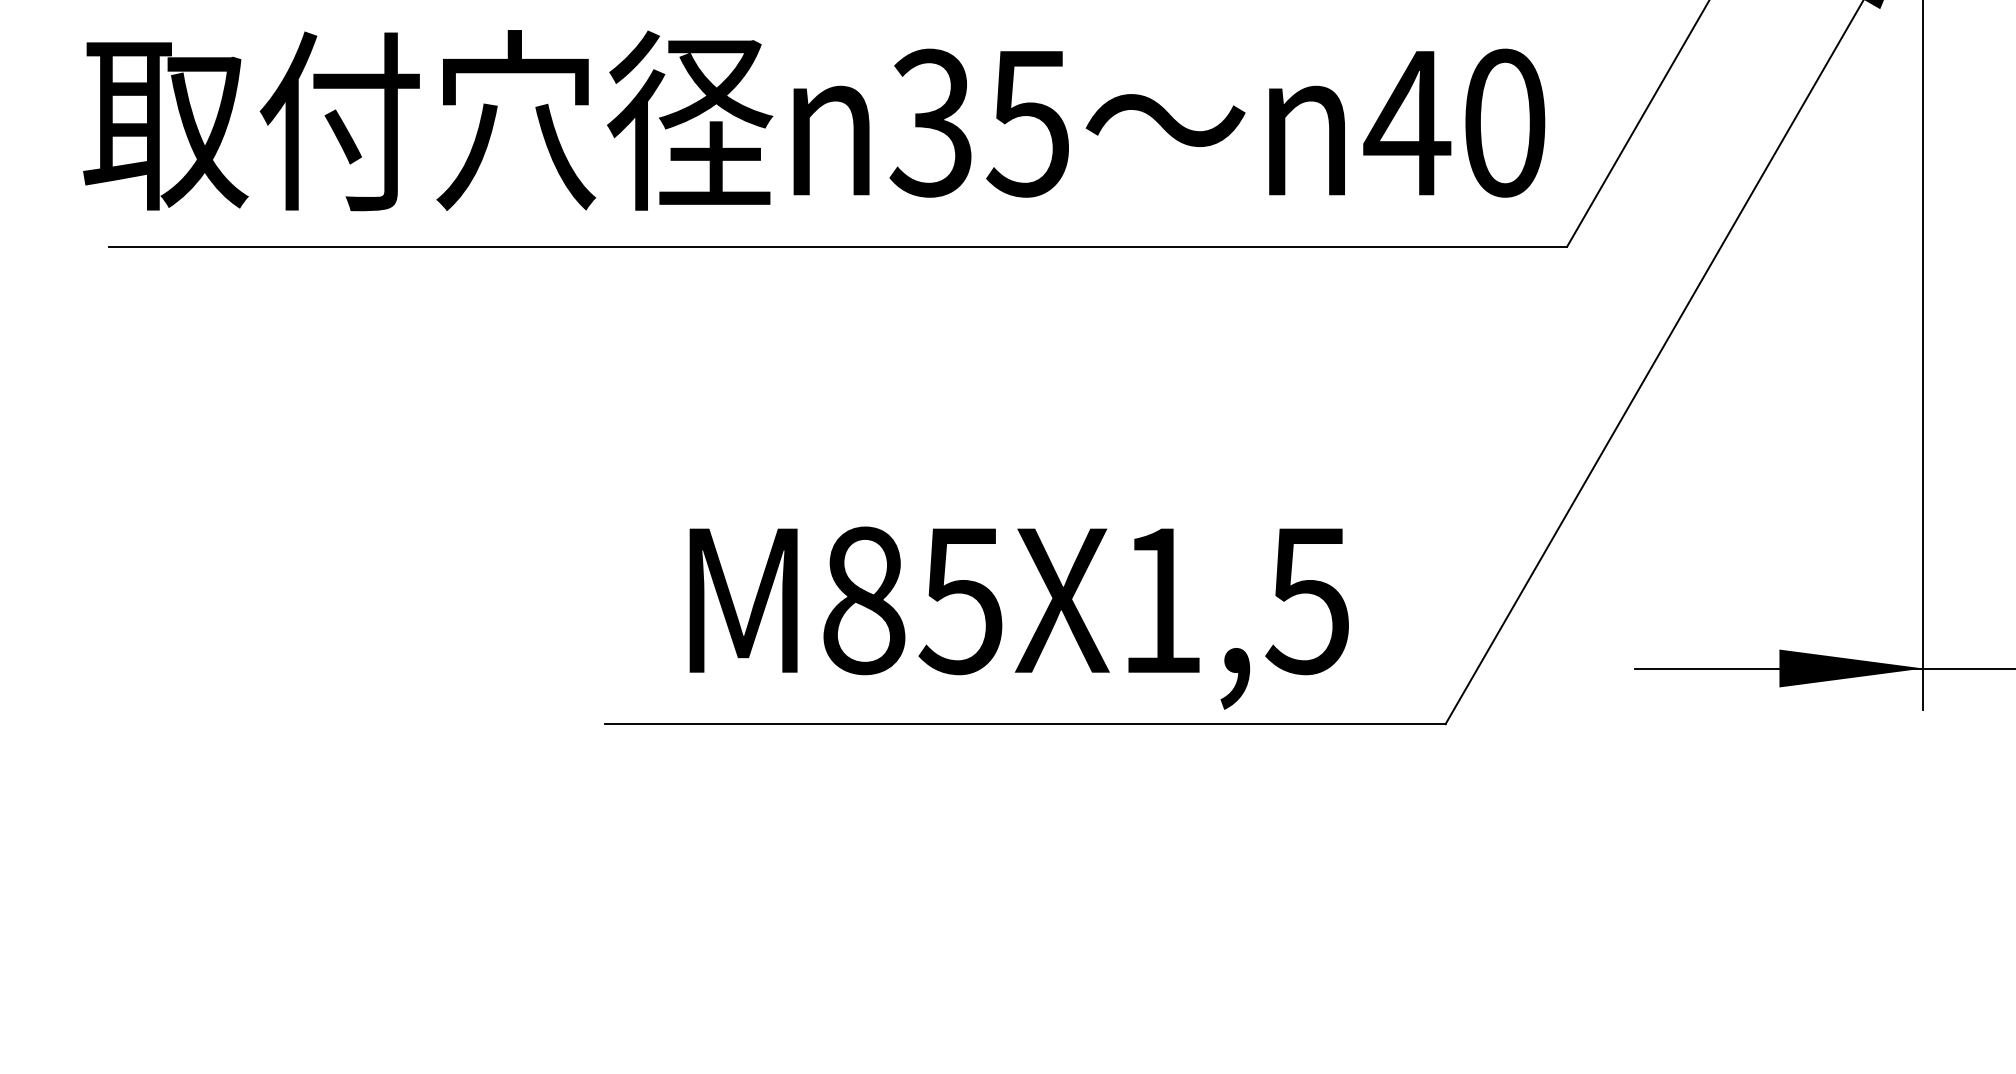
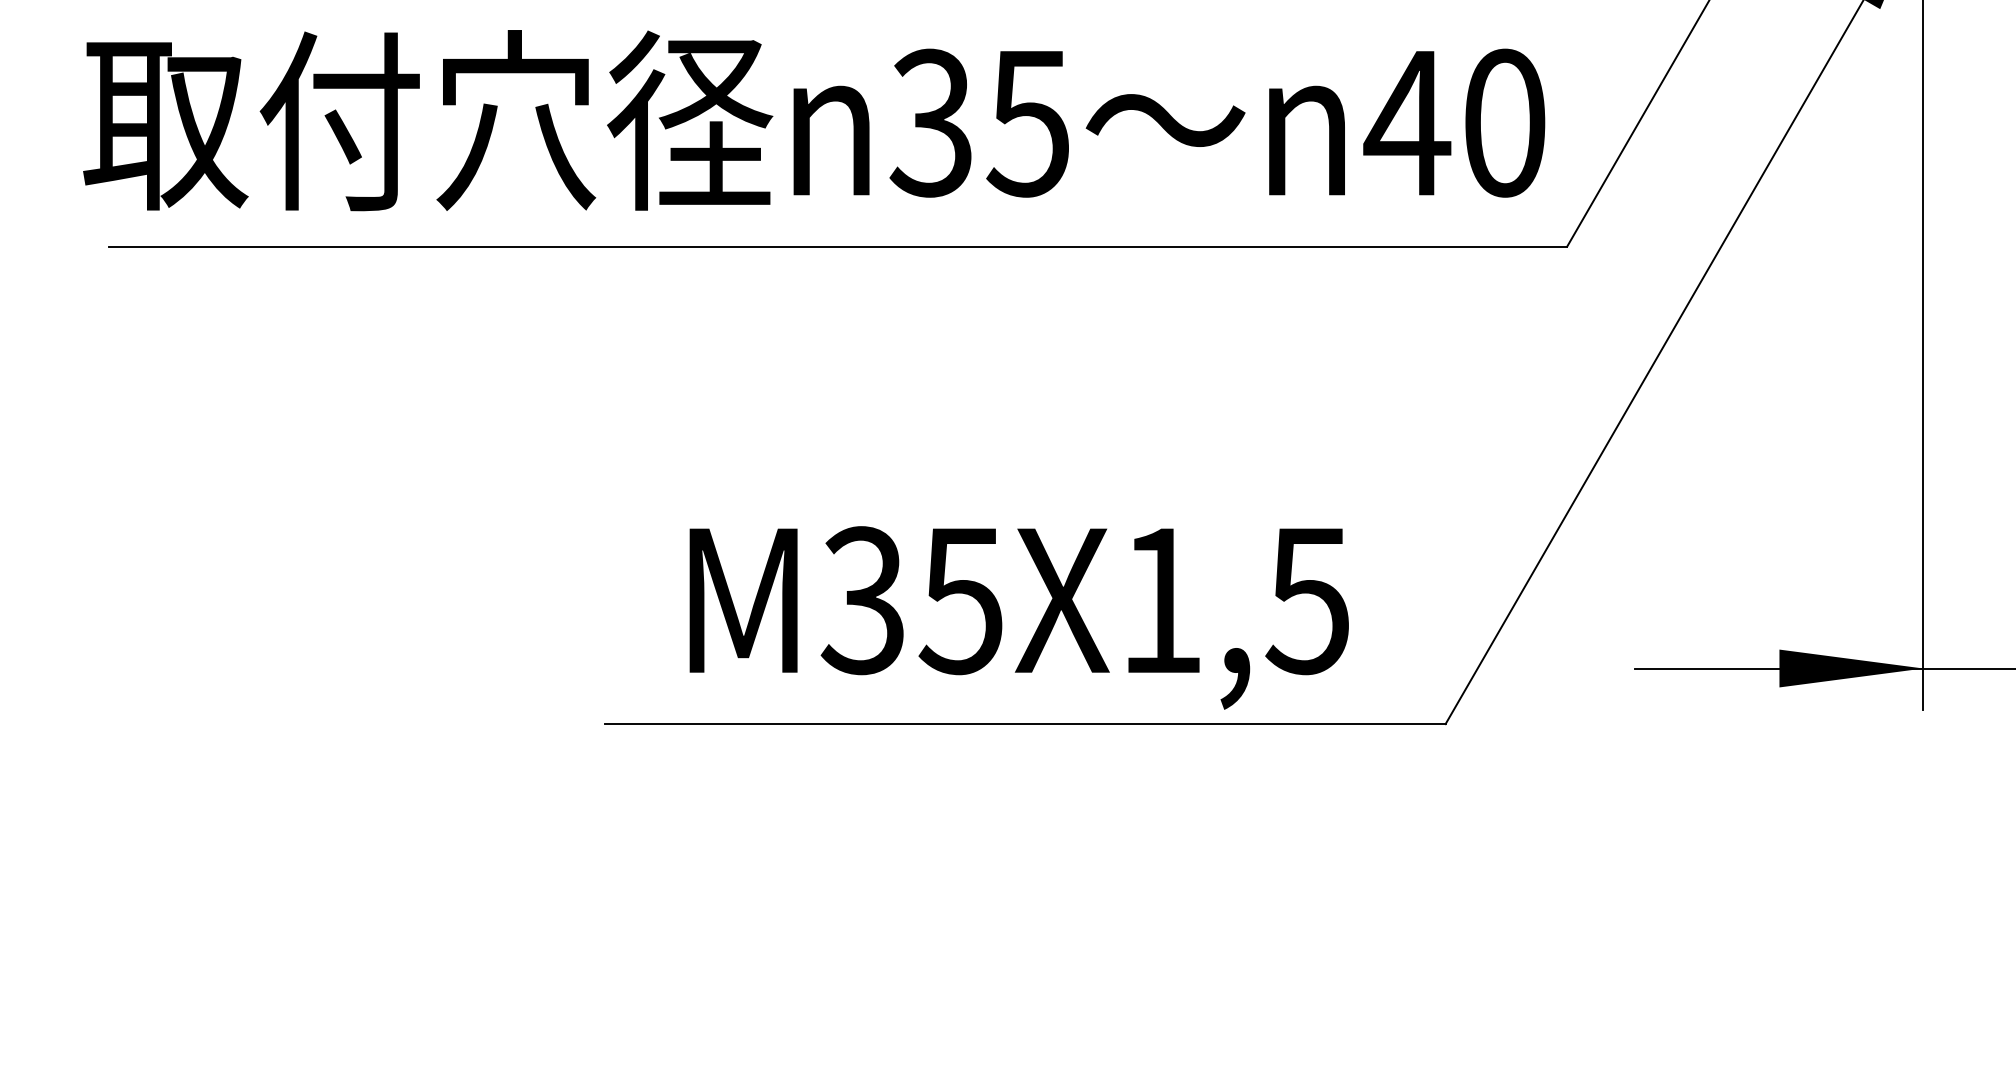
text at (862, 600): M85X1,5 -> M35X1,5
